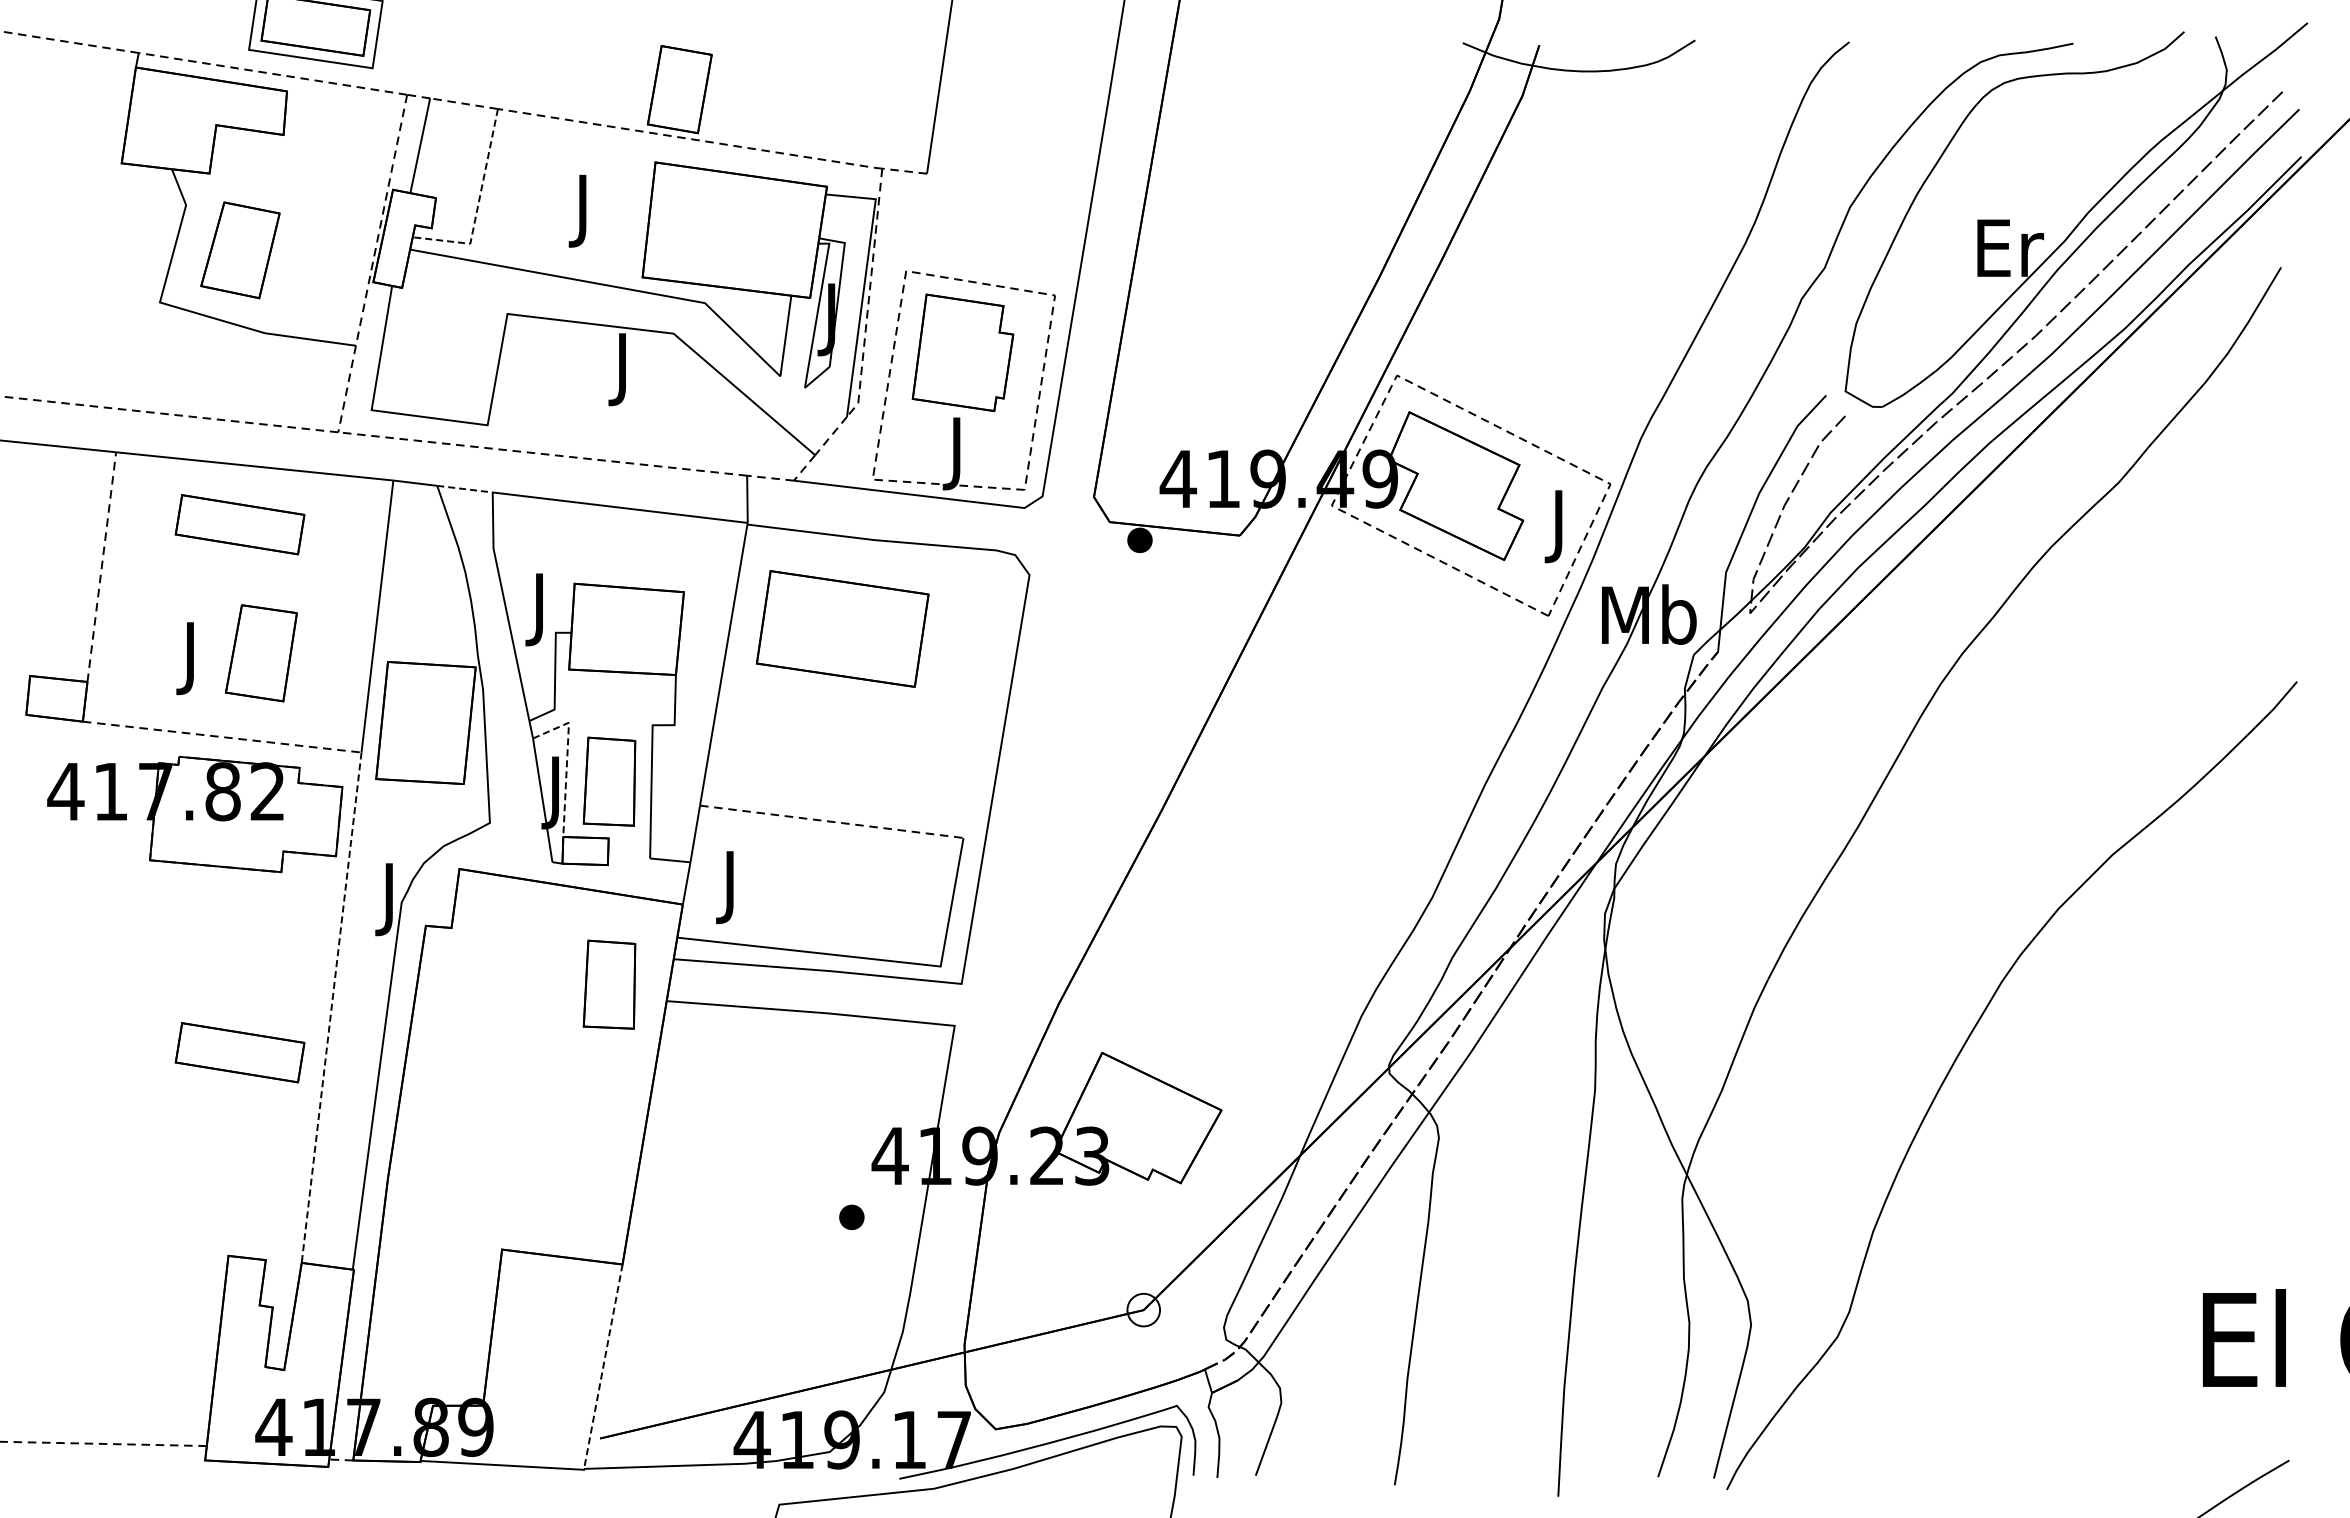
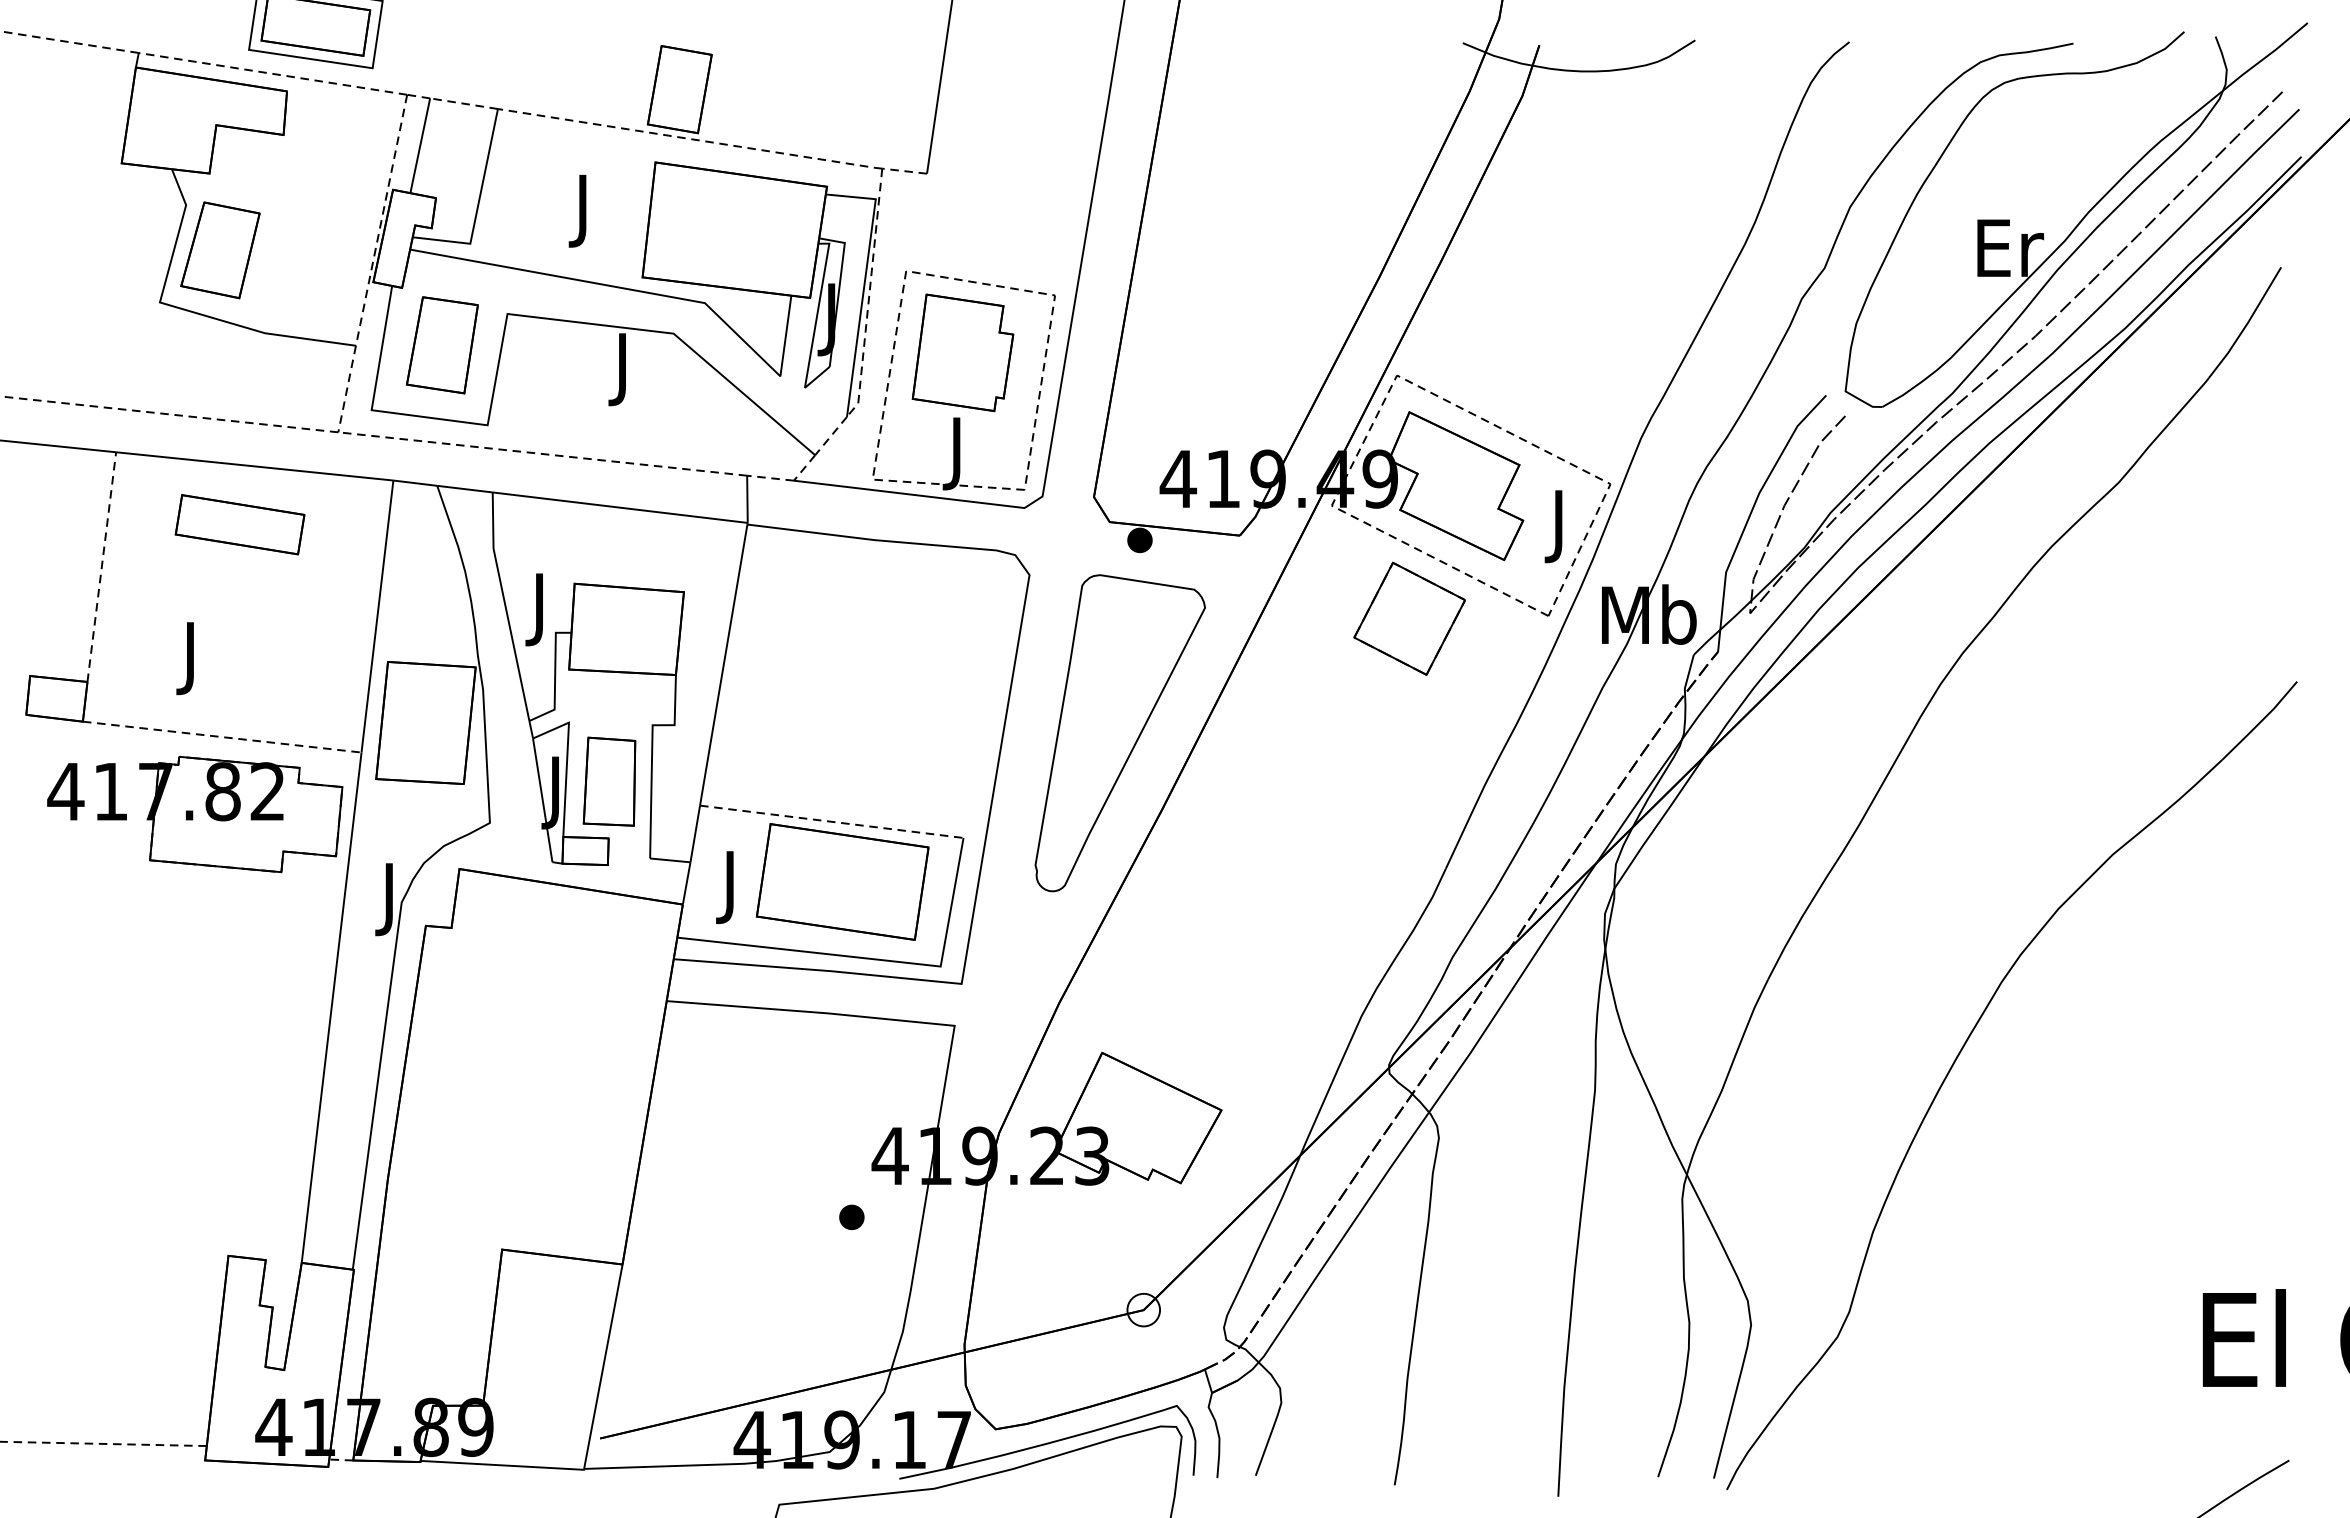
line at (478, 205): dashed -> solid
part at (240, 250) position: (240, 250) -> (220, 250)
line at (464, 489): dashed -> solid
part at (1409, 618): none -> present
part at (842, 628) position: (842, 628) -> (842, 881)
part at (261, 653) position: (261, 653) -> (442, 345)
part at (1119, 733): none -> present
line at (567, 759): dashed -> solid
part at (609, 984): present -> none
line at (331, 1007): dashed -> solid
part at (239, 1052): present -> none
line at (603, 1367): dashed -> solid
